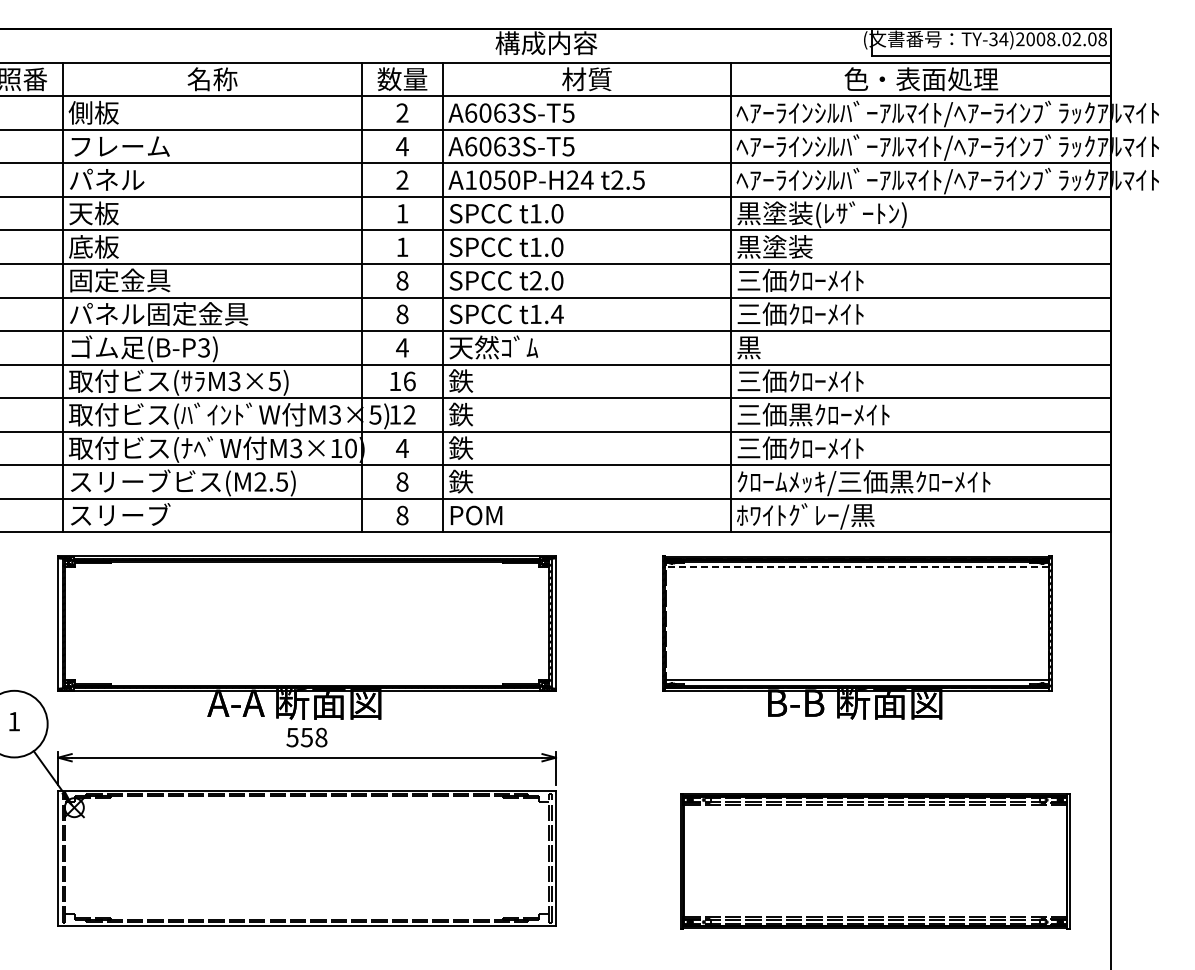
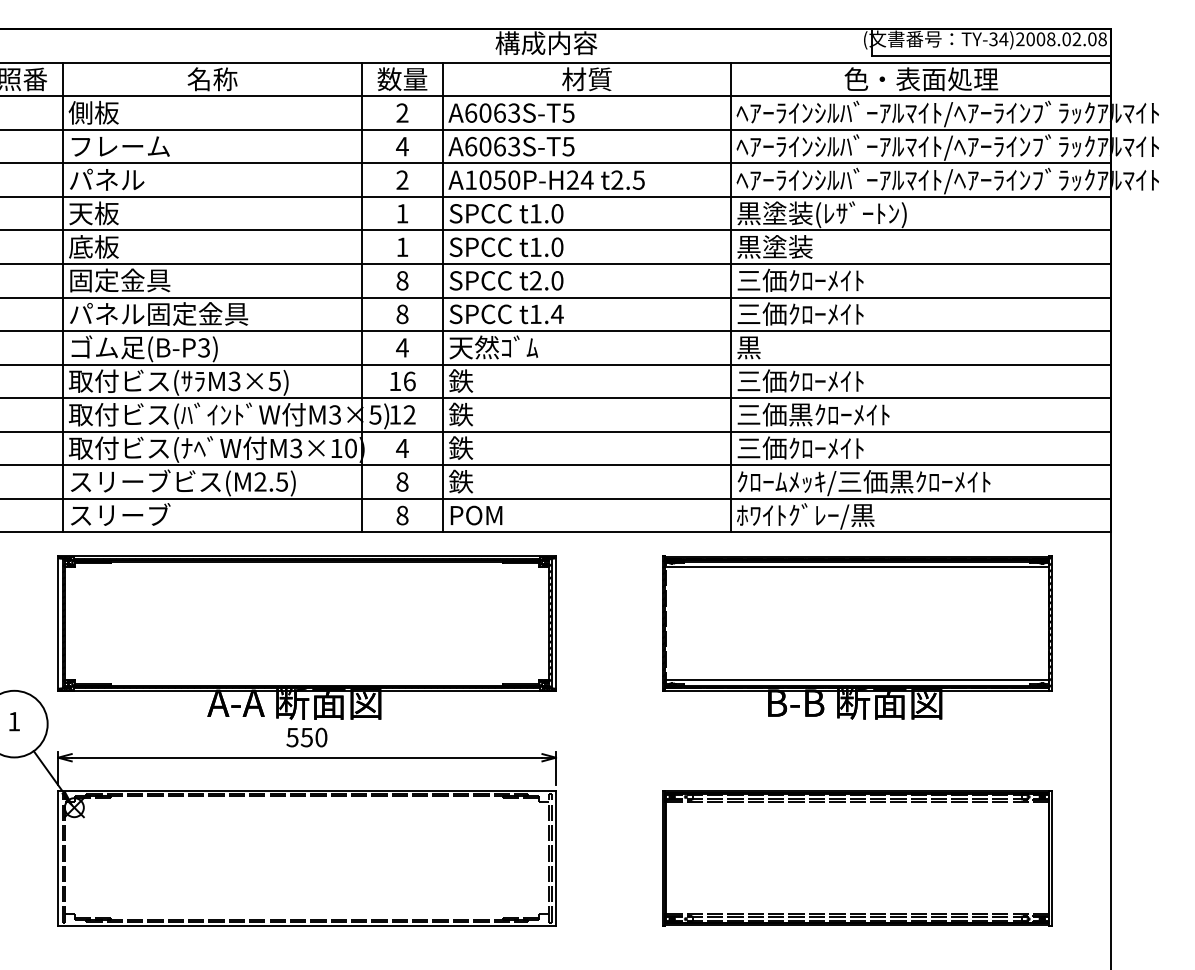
line at (857, 567): dashed -> solid
text at (321, 737): 558 -> 550
part at (875, 861) position: (875, 861) -> (857, 858)
